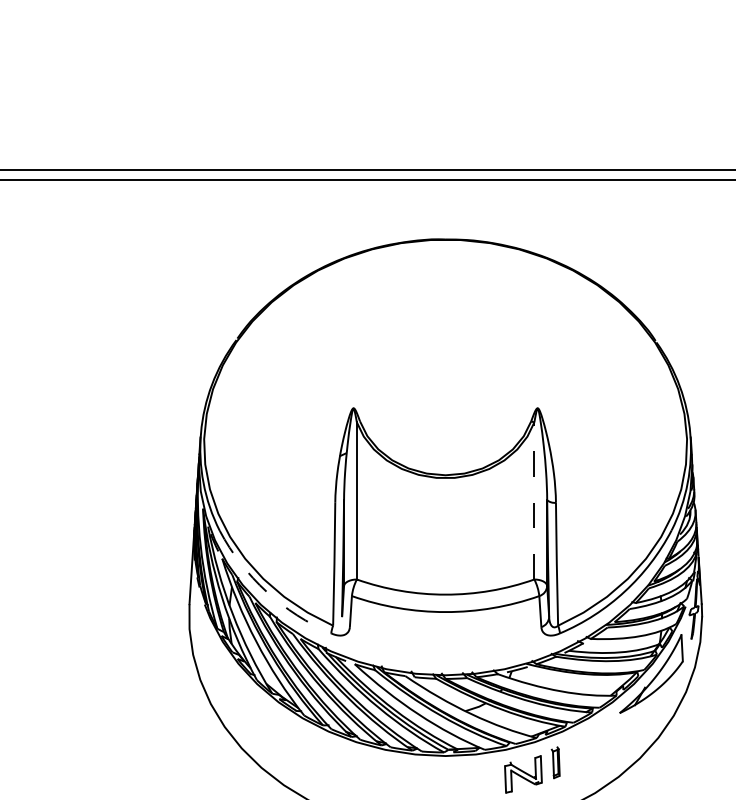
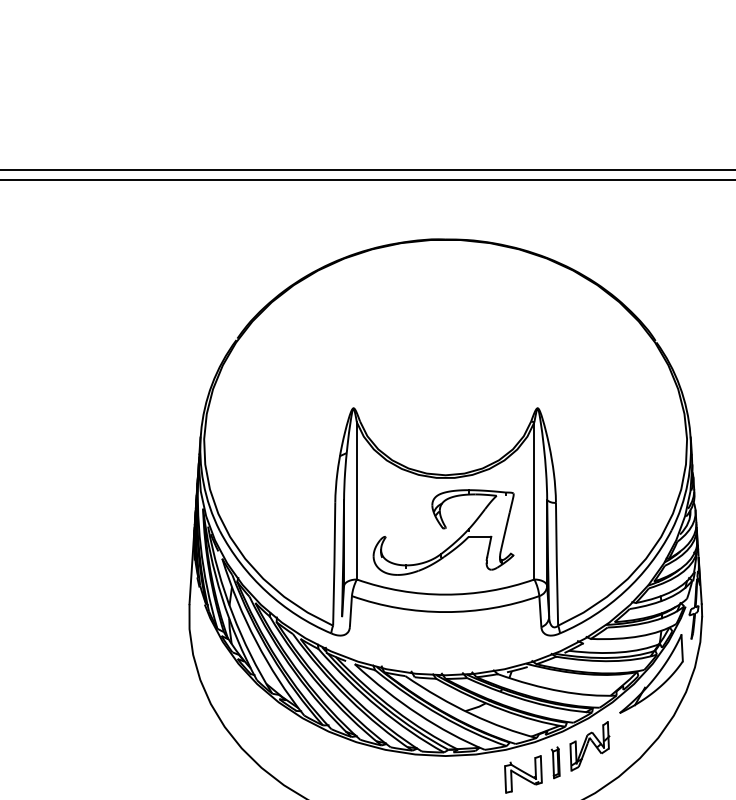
line at (534, 500): dashed -> solid
part at (443, 532): none -> present
arc at (266, 591): dashed -> solid
part at (589, 746): none -> present
